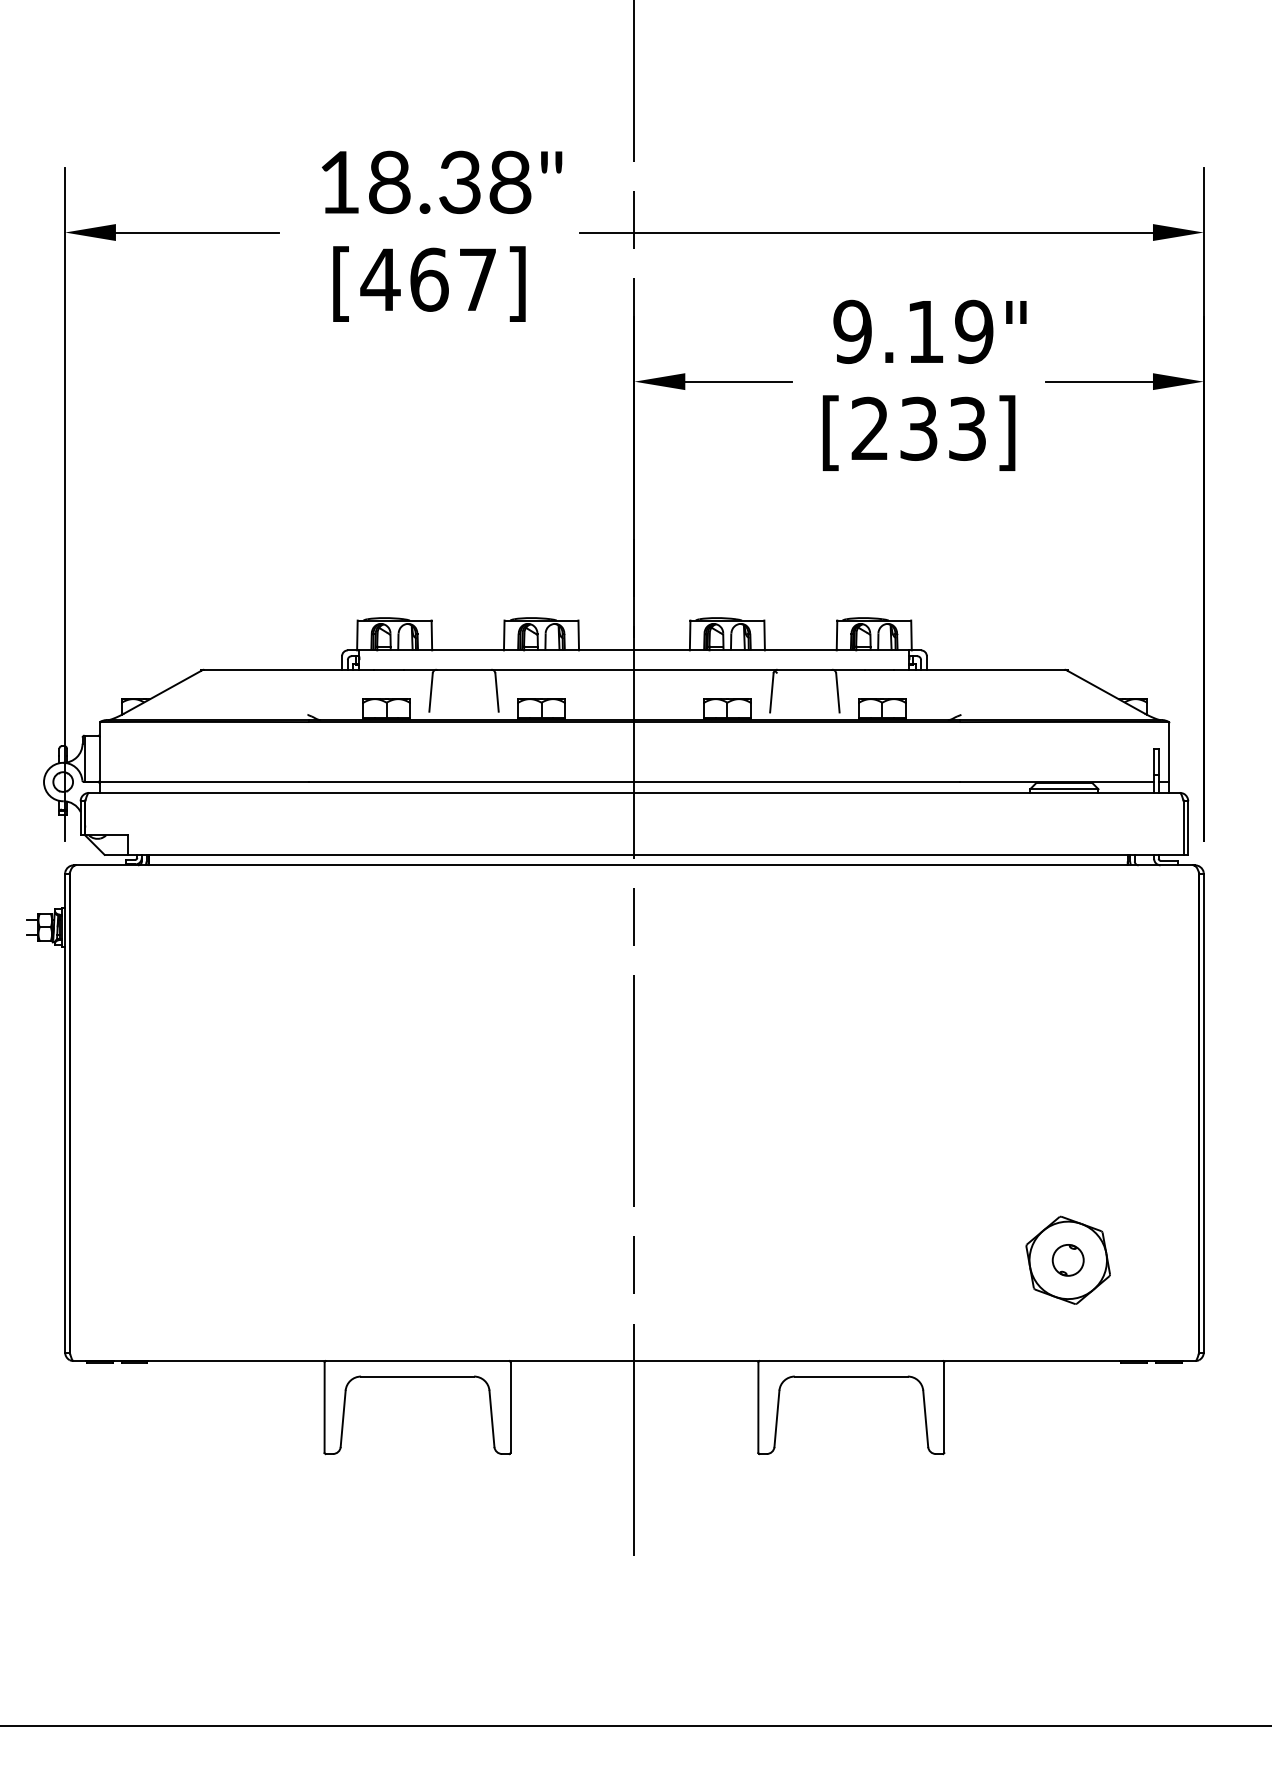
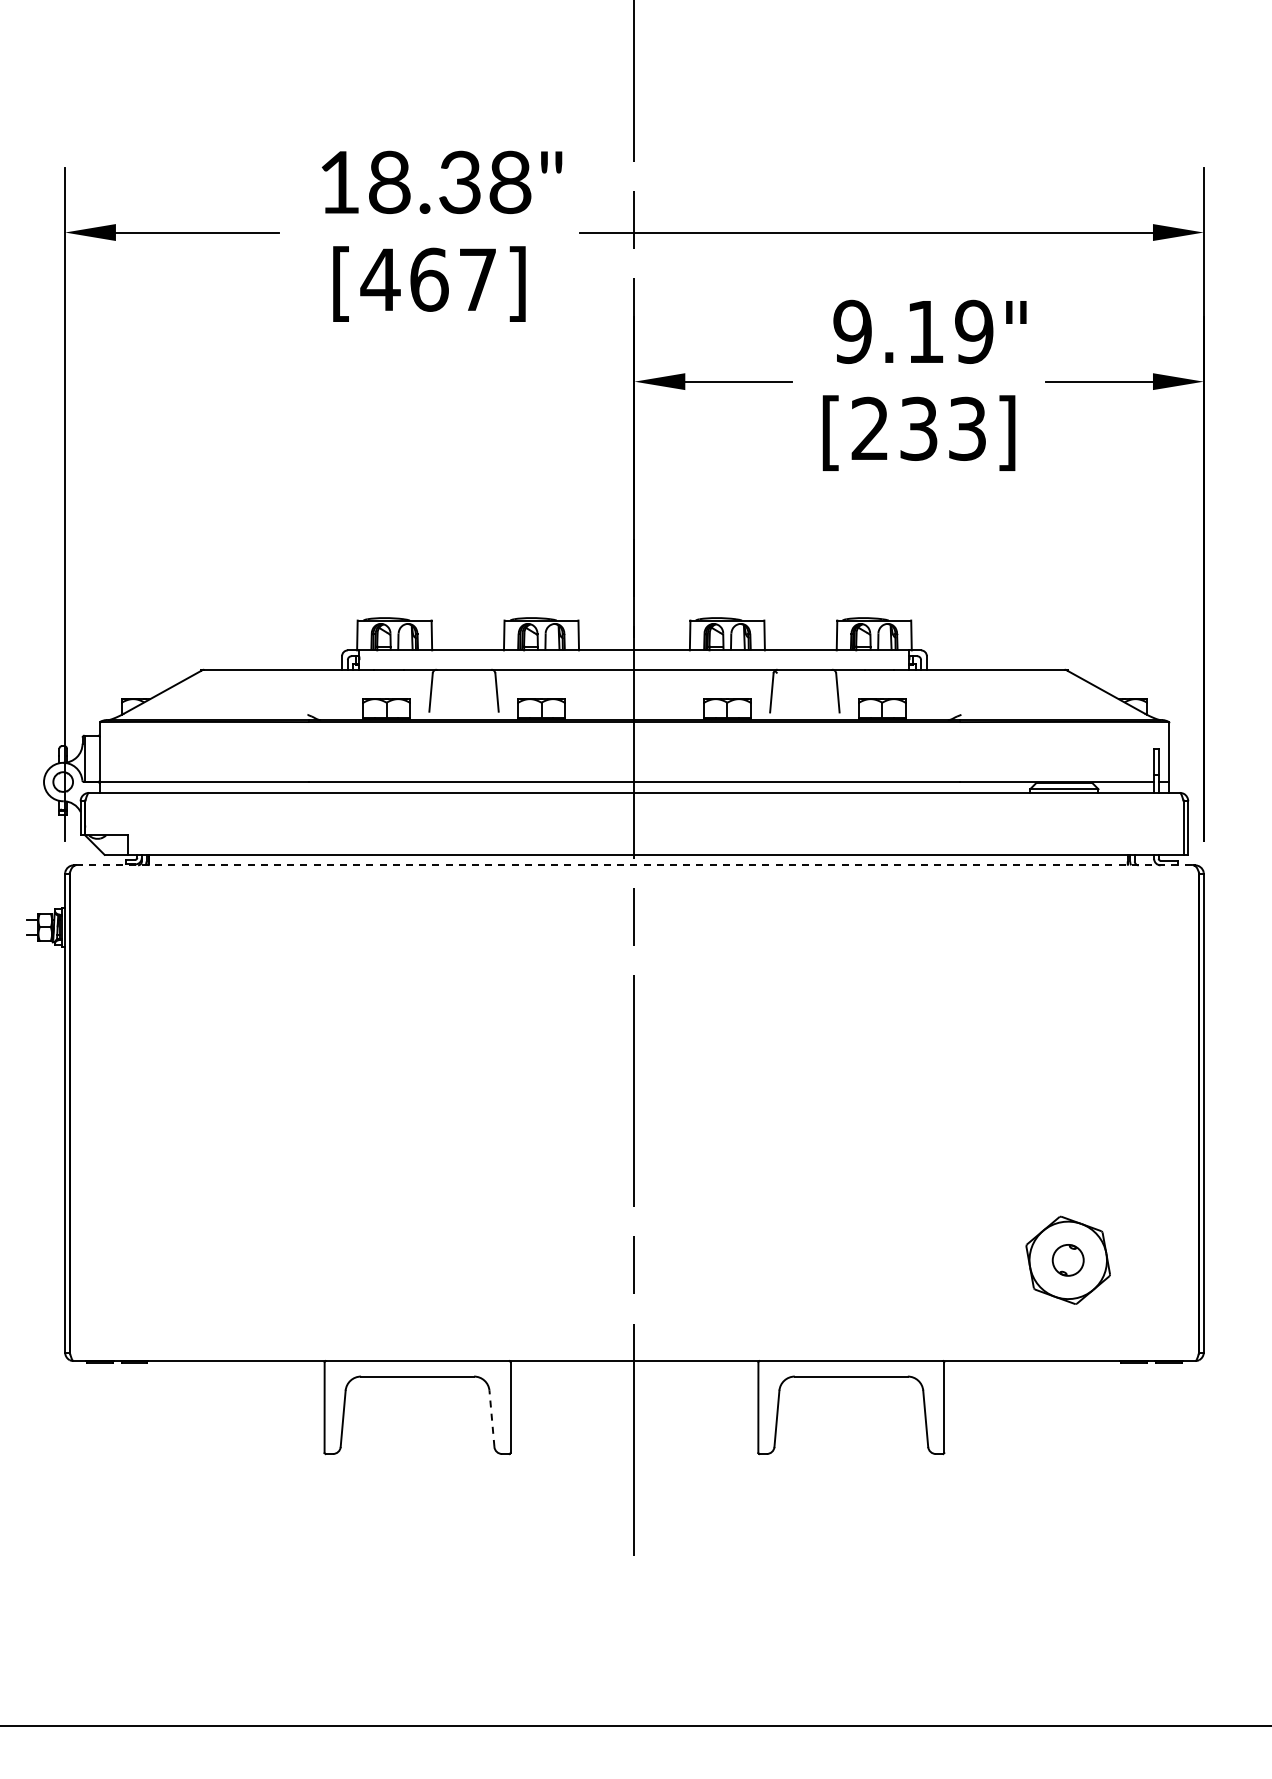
line at (635, 865): solid -> dashed
line at (491, 1418): solid -> dashed
